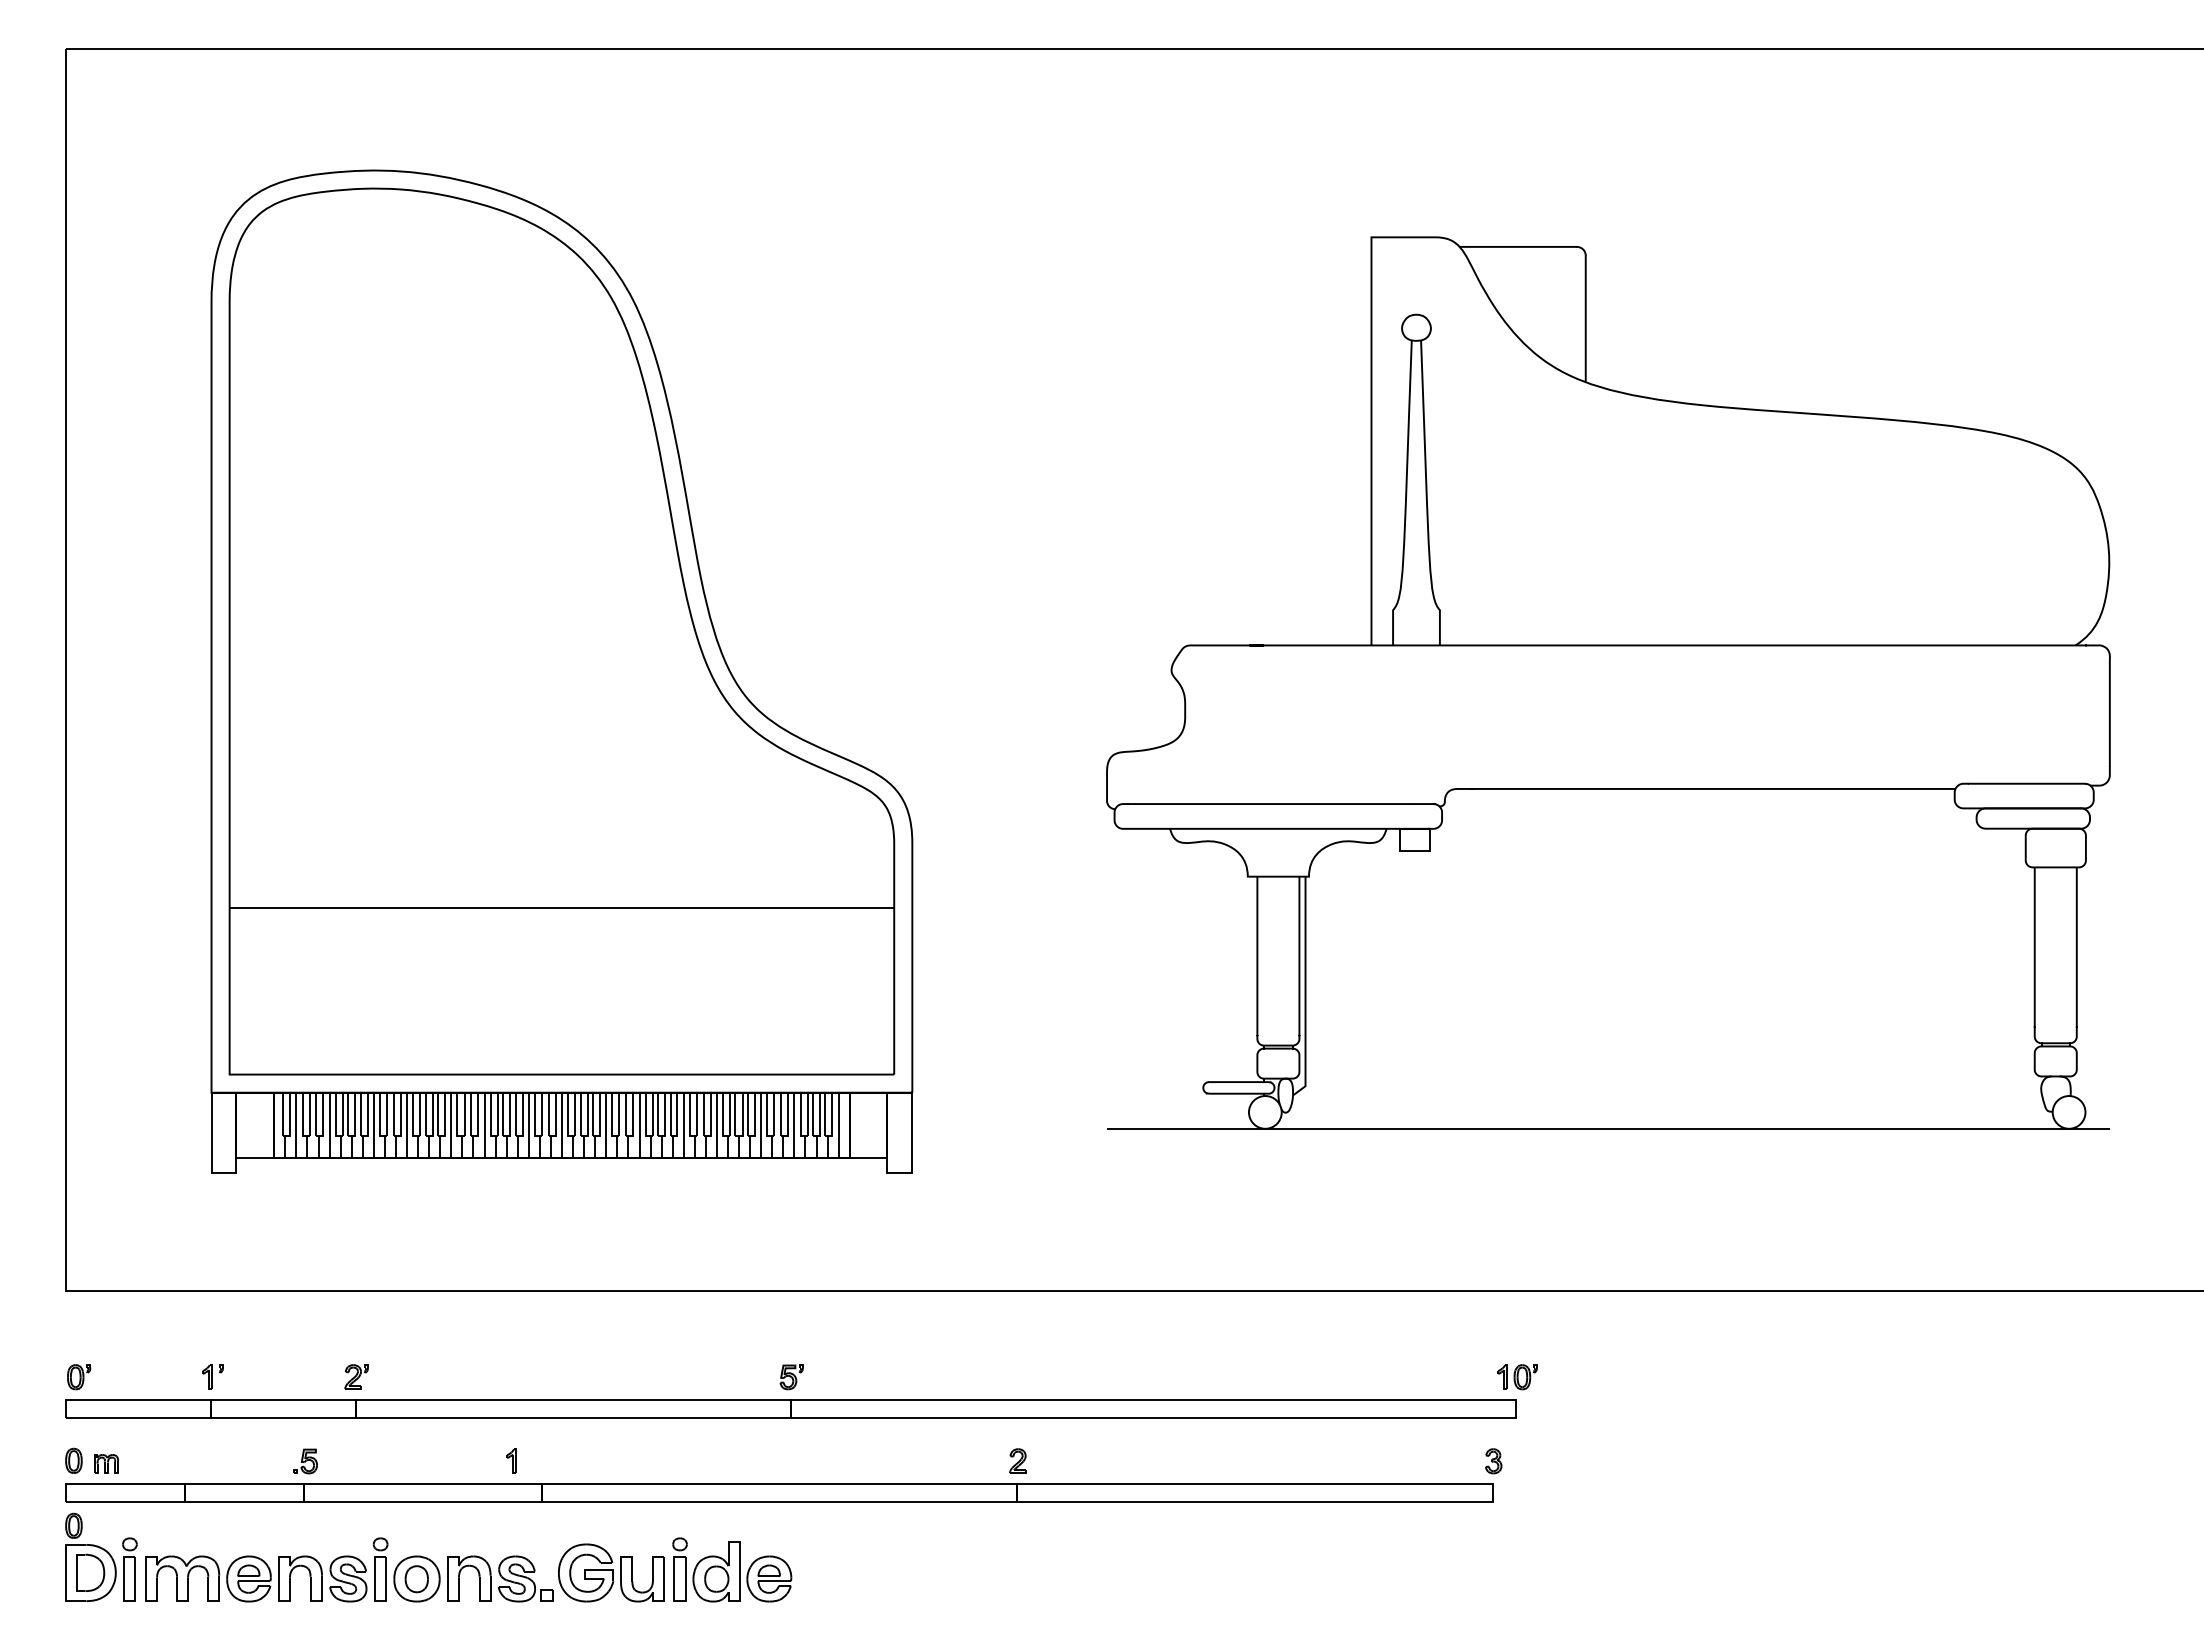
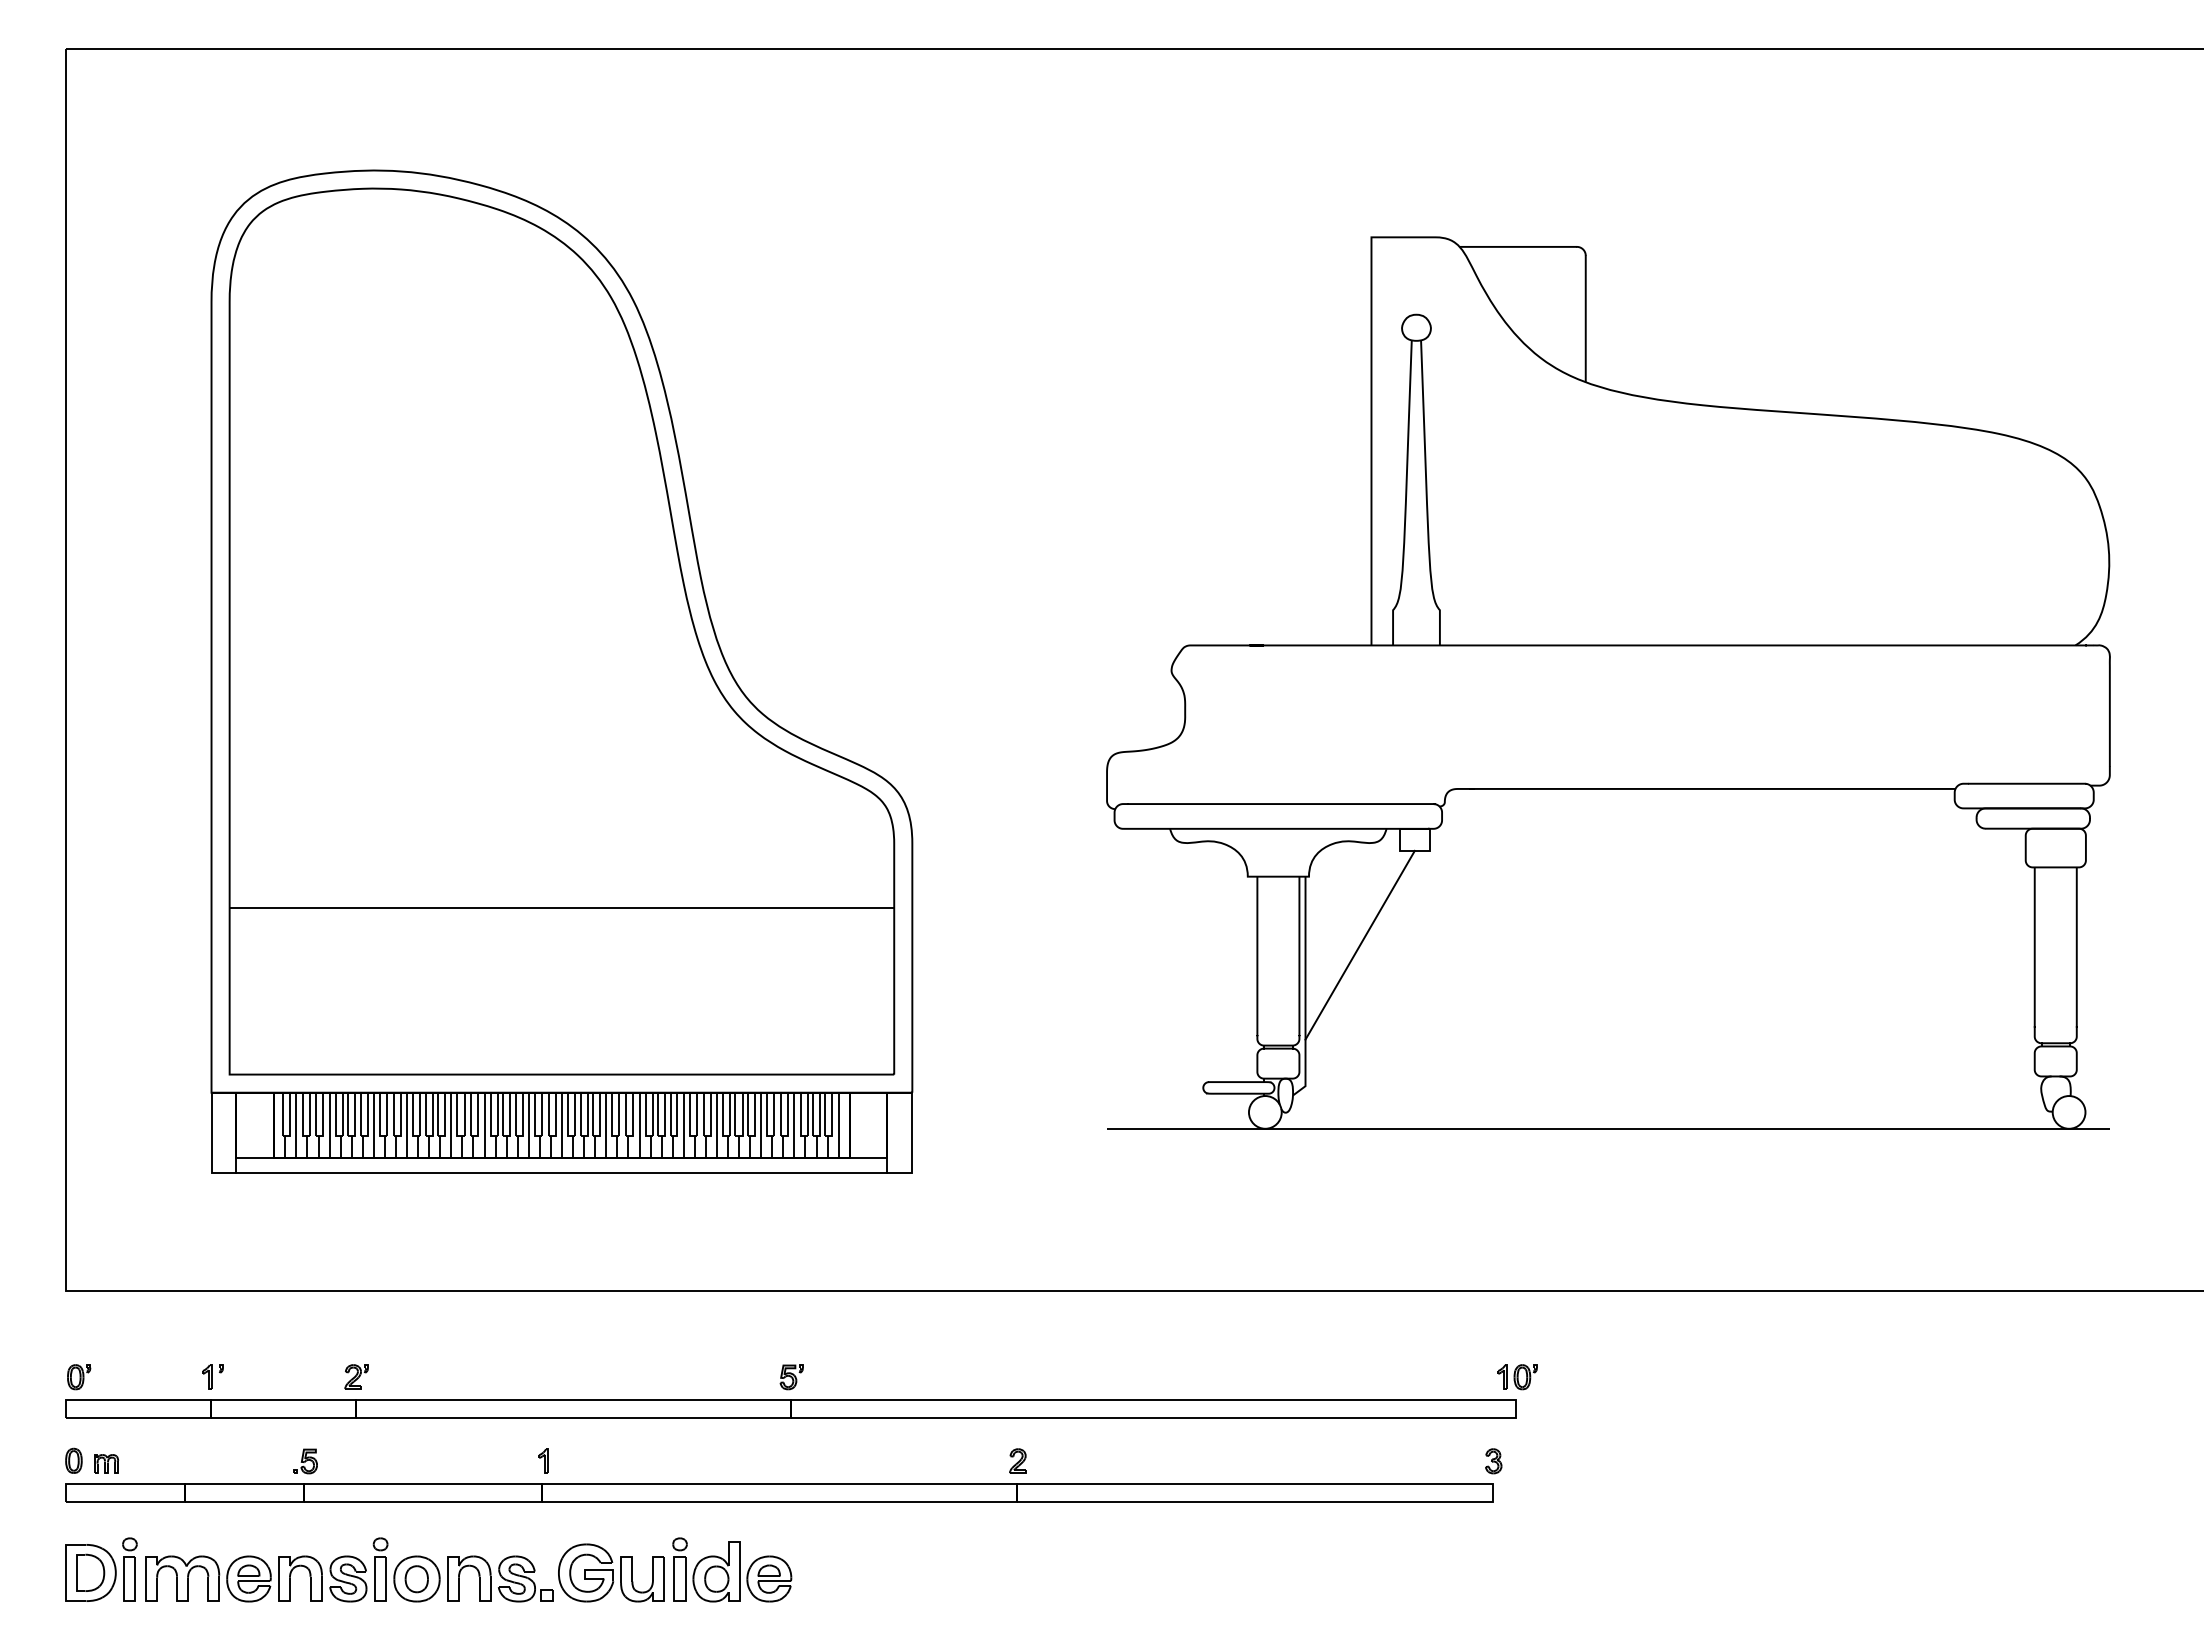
line at (1359, 944): none -> present
line at (561, 1172): none -> present
part at (511, 1460) position: (511, 1460) -> (543, 1460)
part at (73, 1525): present -> none
